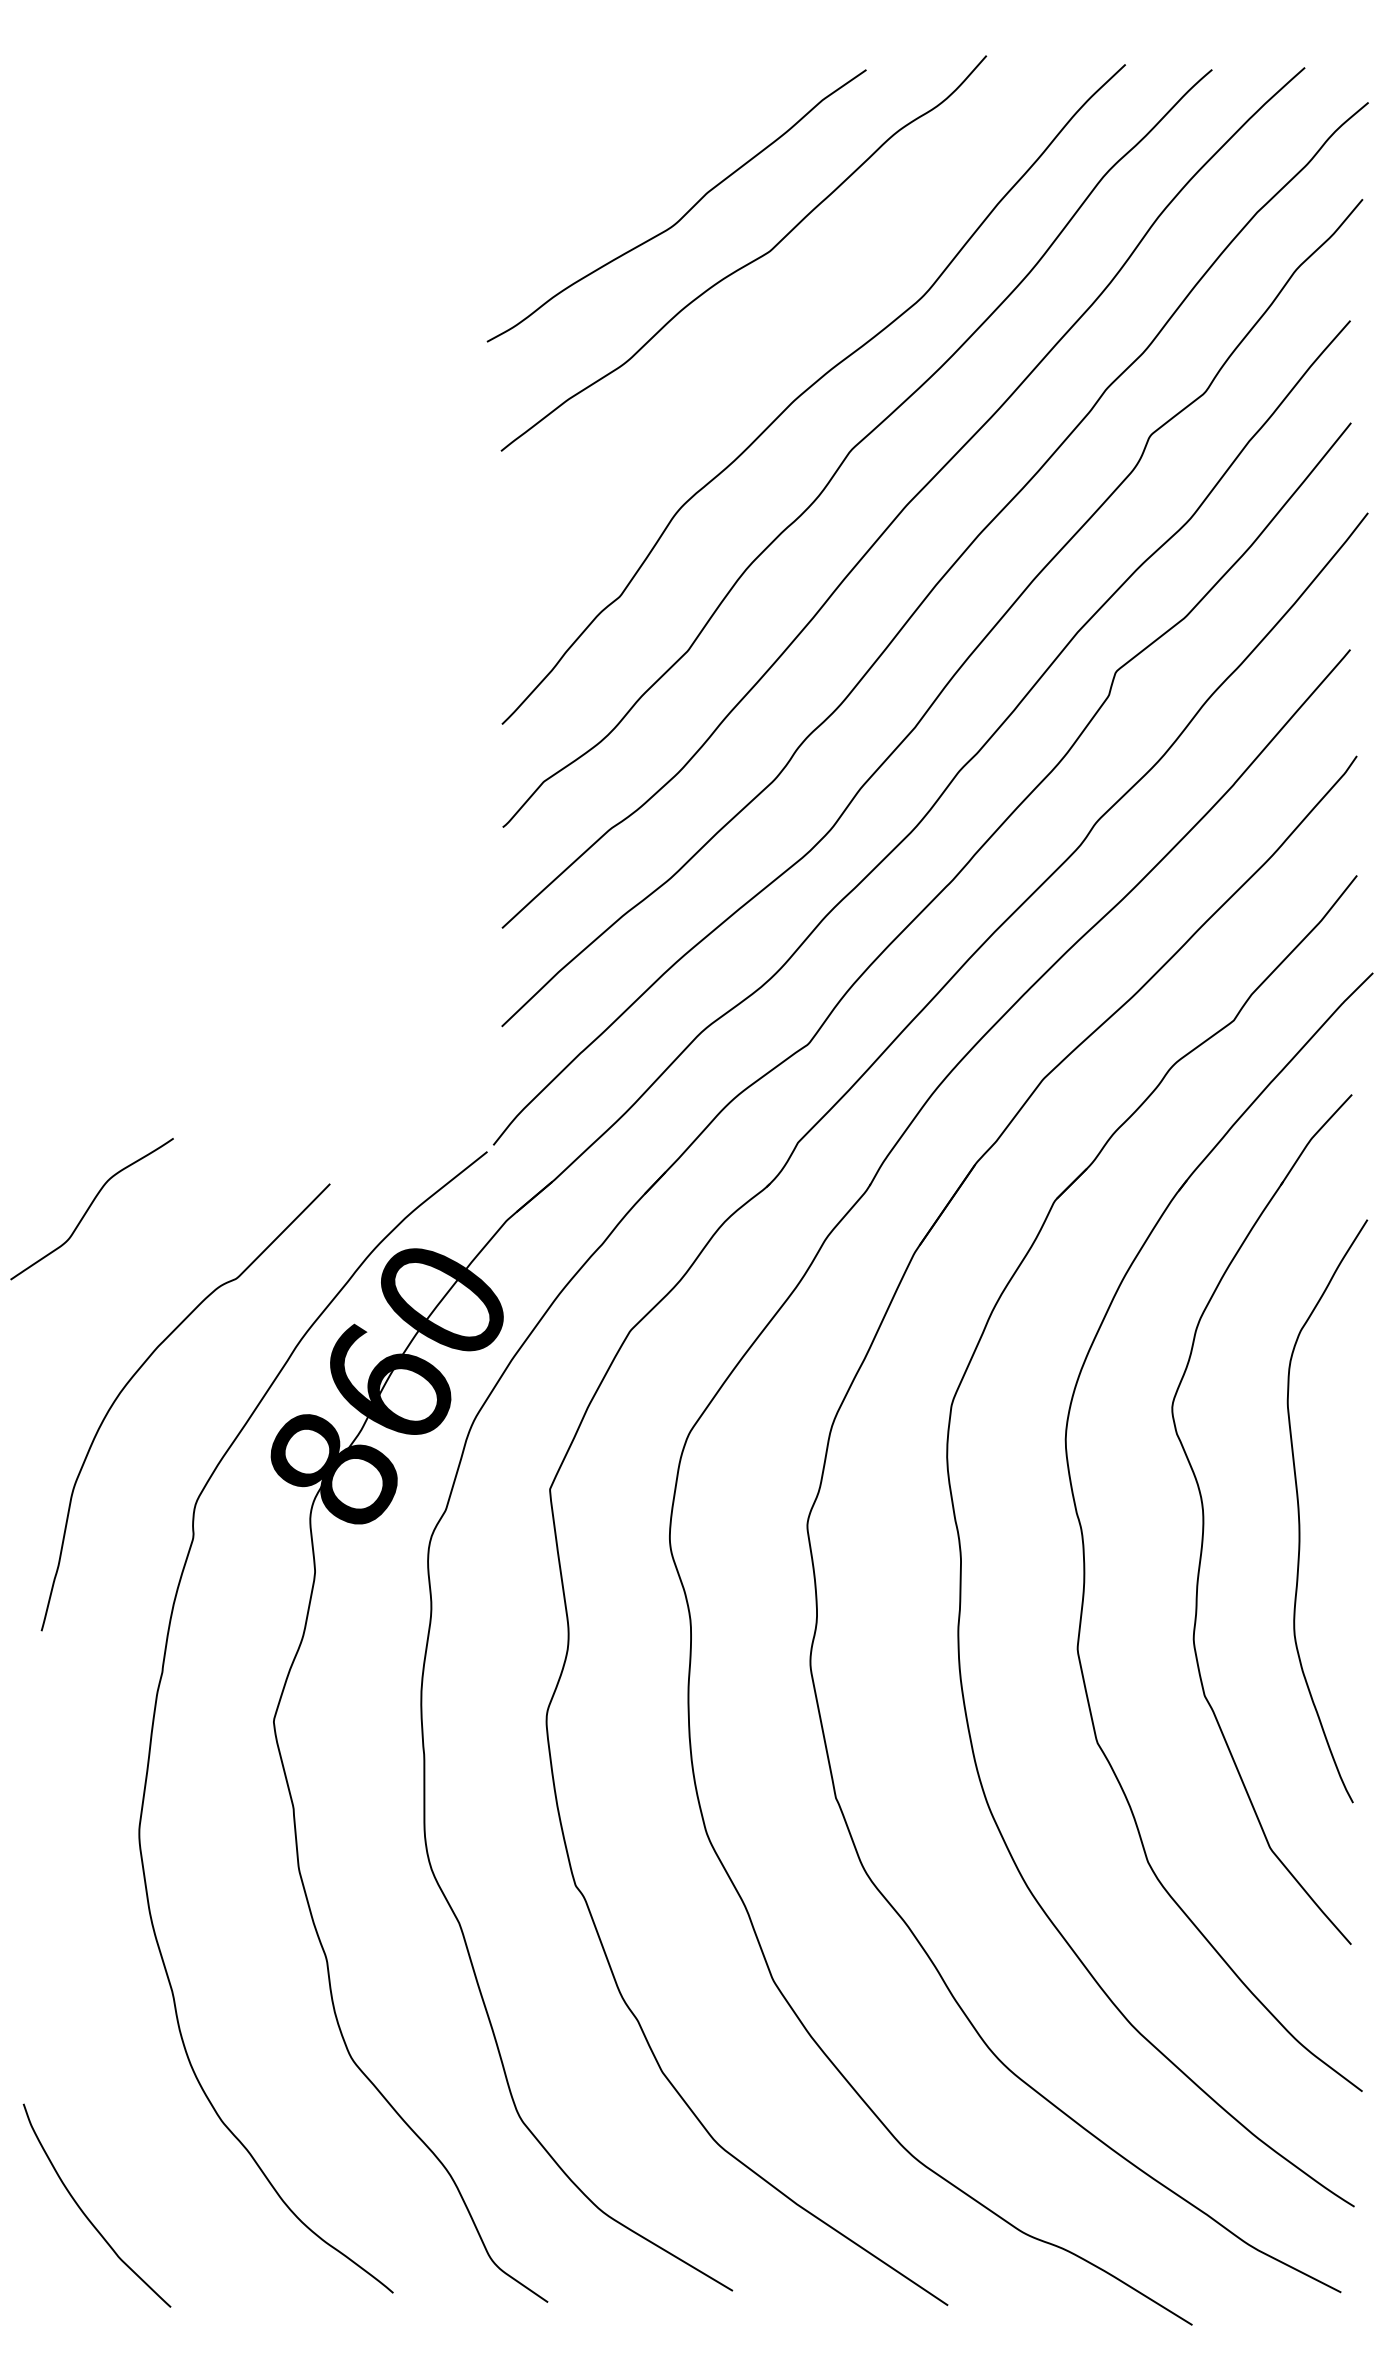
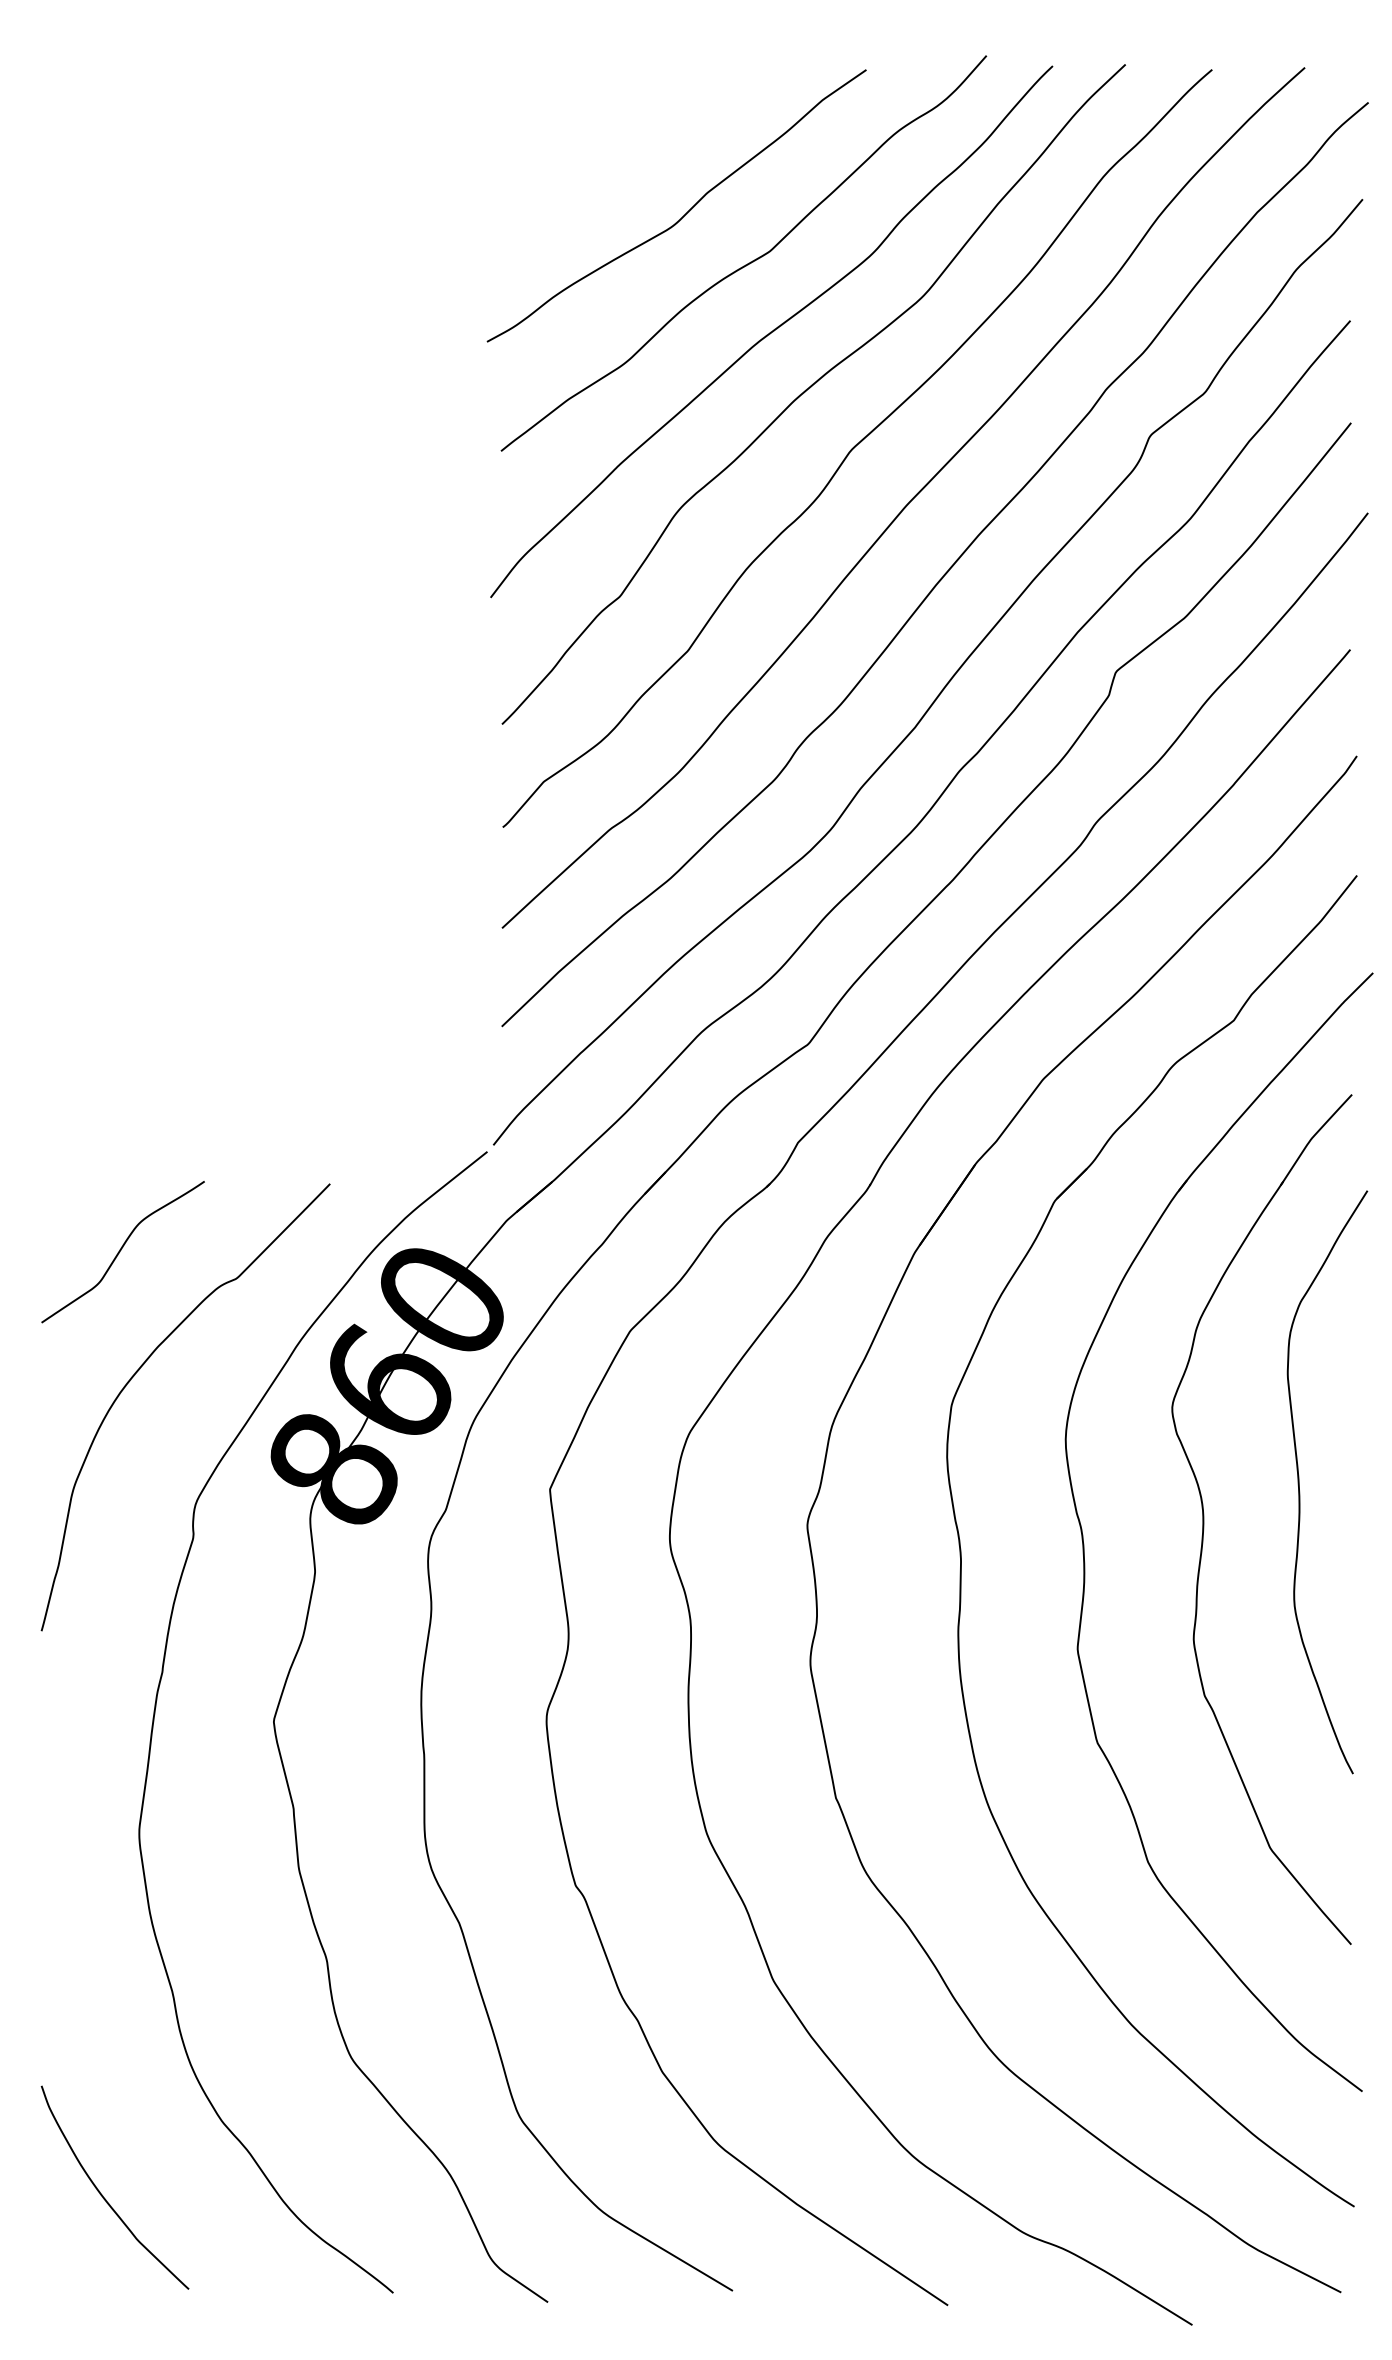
curve at (771, 331): none -> present
curve at (89, 1209) position: (89, 1209) -> (120, 1252)
curve at (1299, 1511) position: (1299, 1511) -> (1299, 1482)
curve at (85, 2213) position: (85, 2213) -> (103, 2195)
